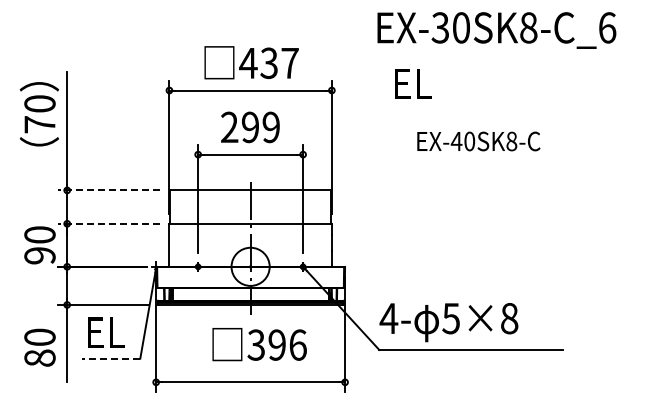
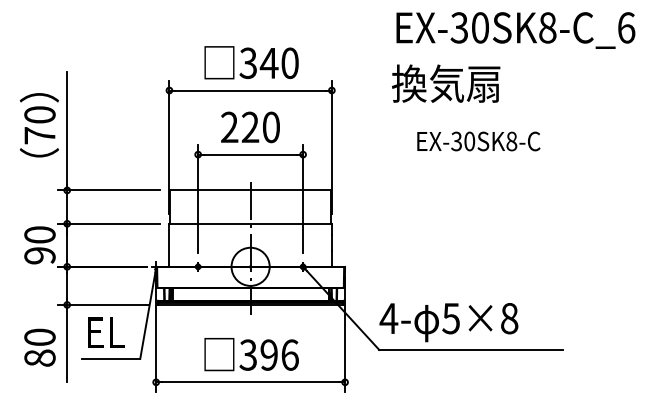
text at (496, 30) position: (496, 30) -> (515, 30)
text at (268, 63): 437 -> 340
text at (446, 83): EL -> 換気扇
text at (38, 114) position: (38, 114) -> (38, 125)
text at (260, 127): 299 -> 220
text at (456, 141): EX-40SK8-C -> EX-30SK8-C
line at (108, 190): dashed -> solid
line at (108, 223): dashed -> solid
text at (259, 344) position: (259, 344) -> (251, 354)
line at (110, 358): dashed -> solid
